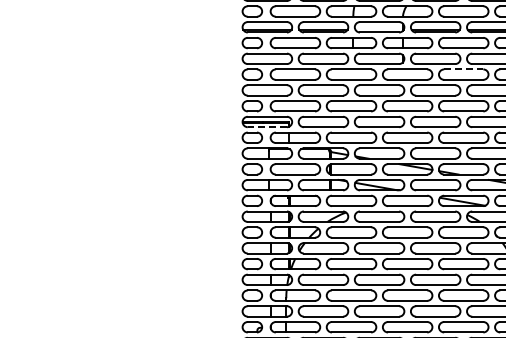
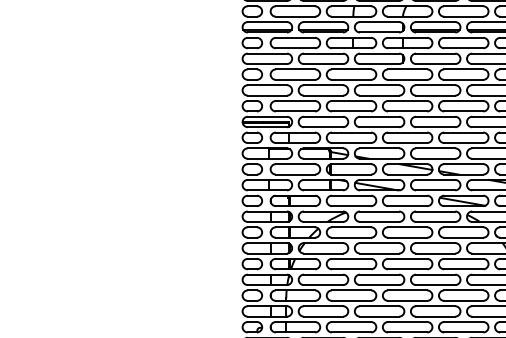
line at (463, 69): dashed -> solid
line at (267, 127): dashed -> solid
